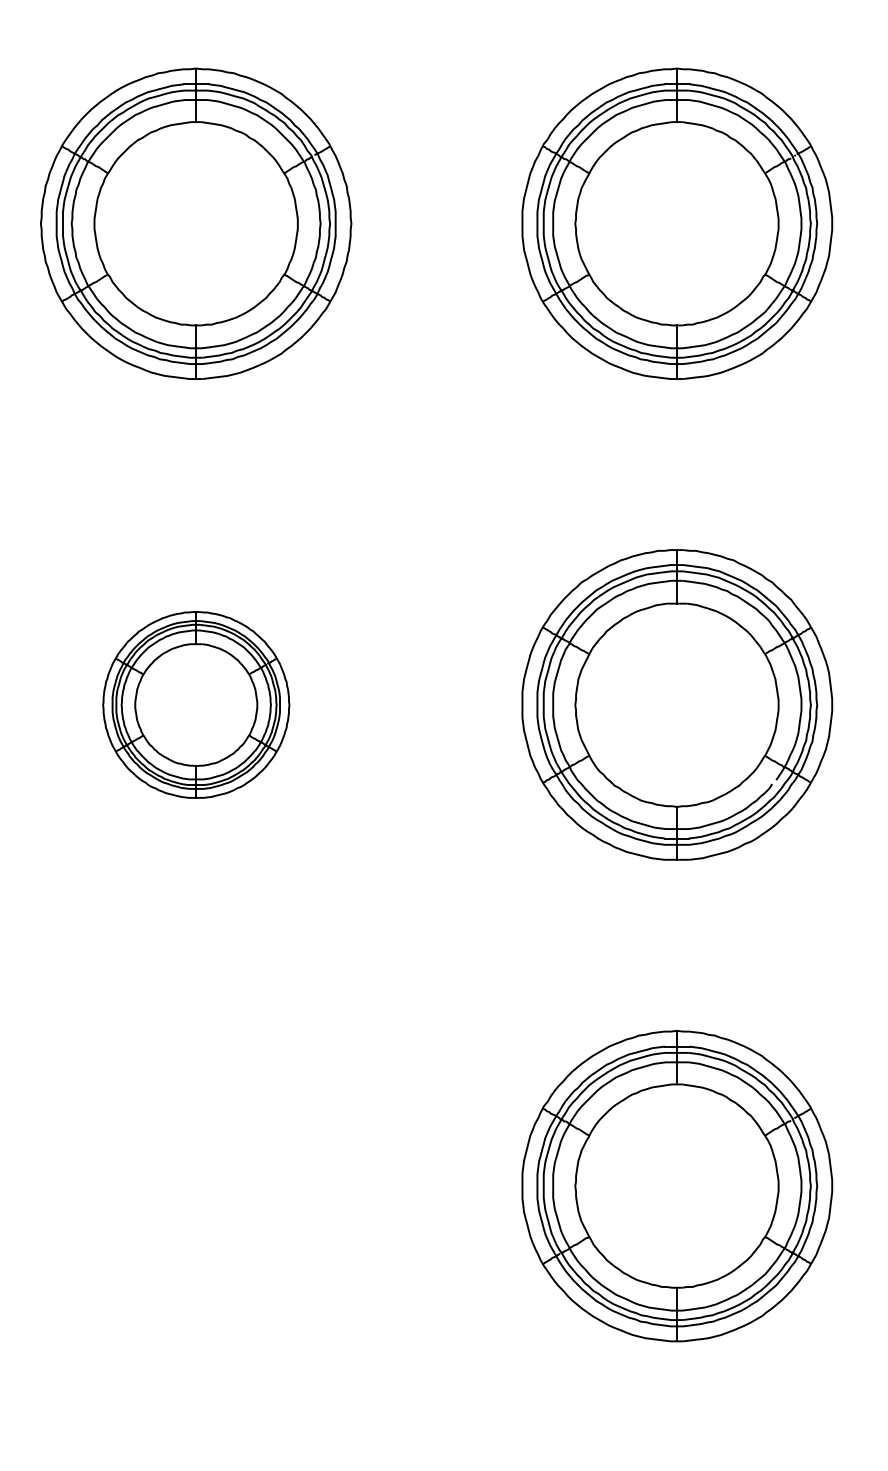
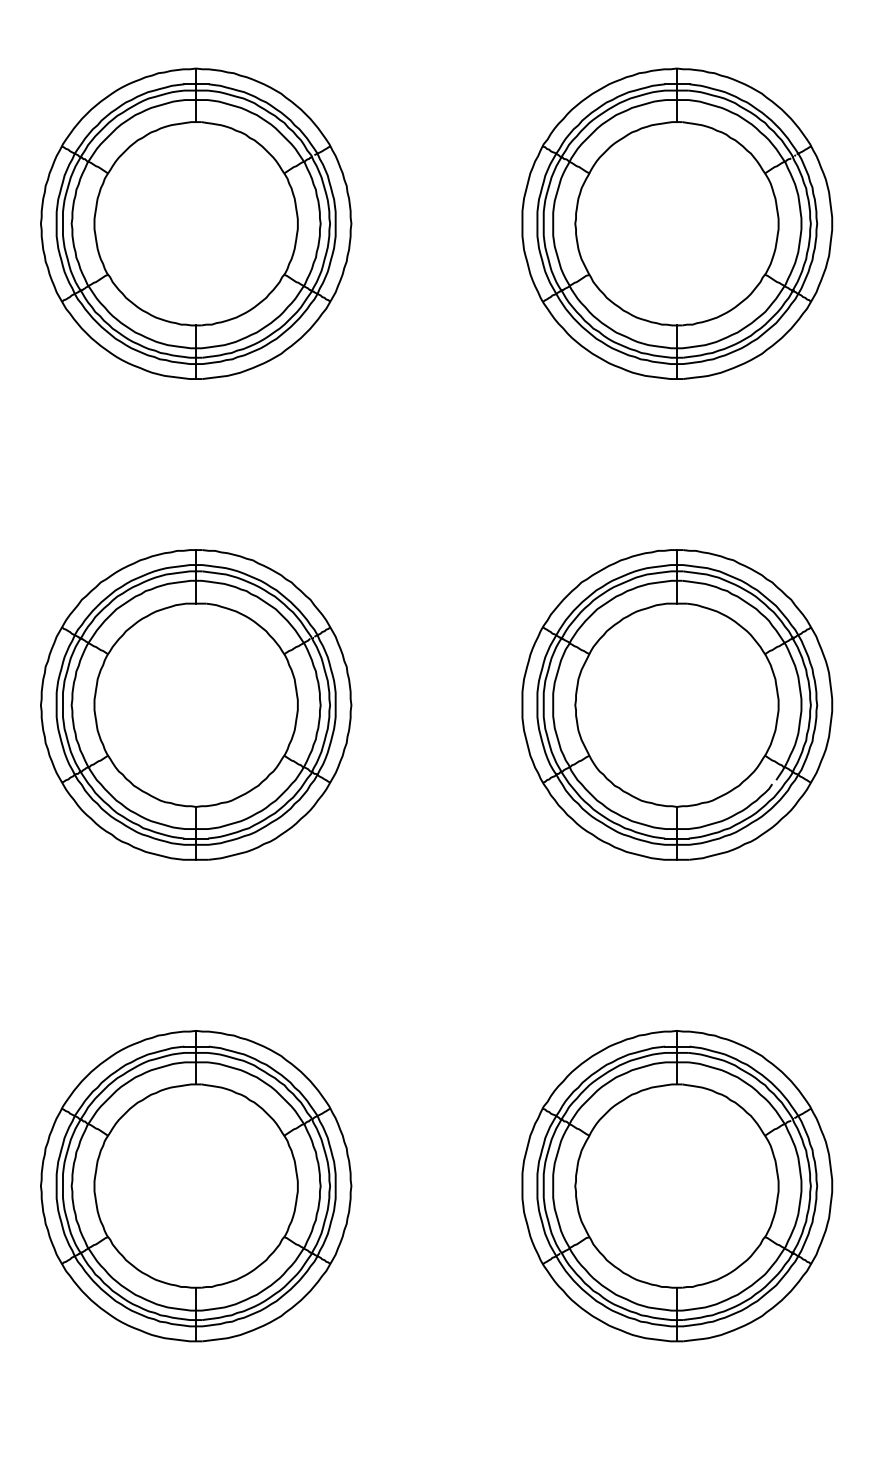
part at (196, 704) size: 189x188 px -> 313x312 px
part at (196, 1186): none -> present
